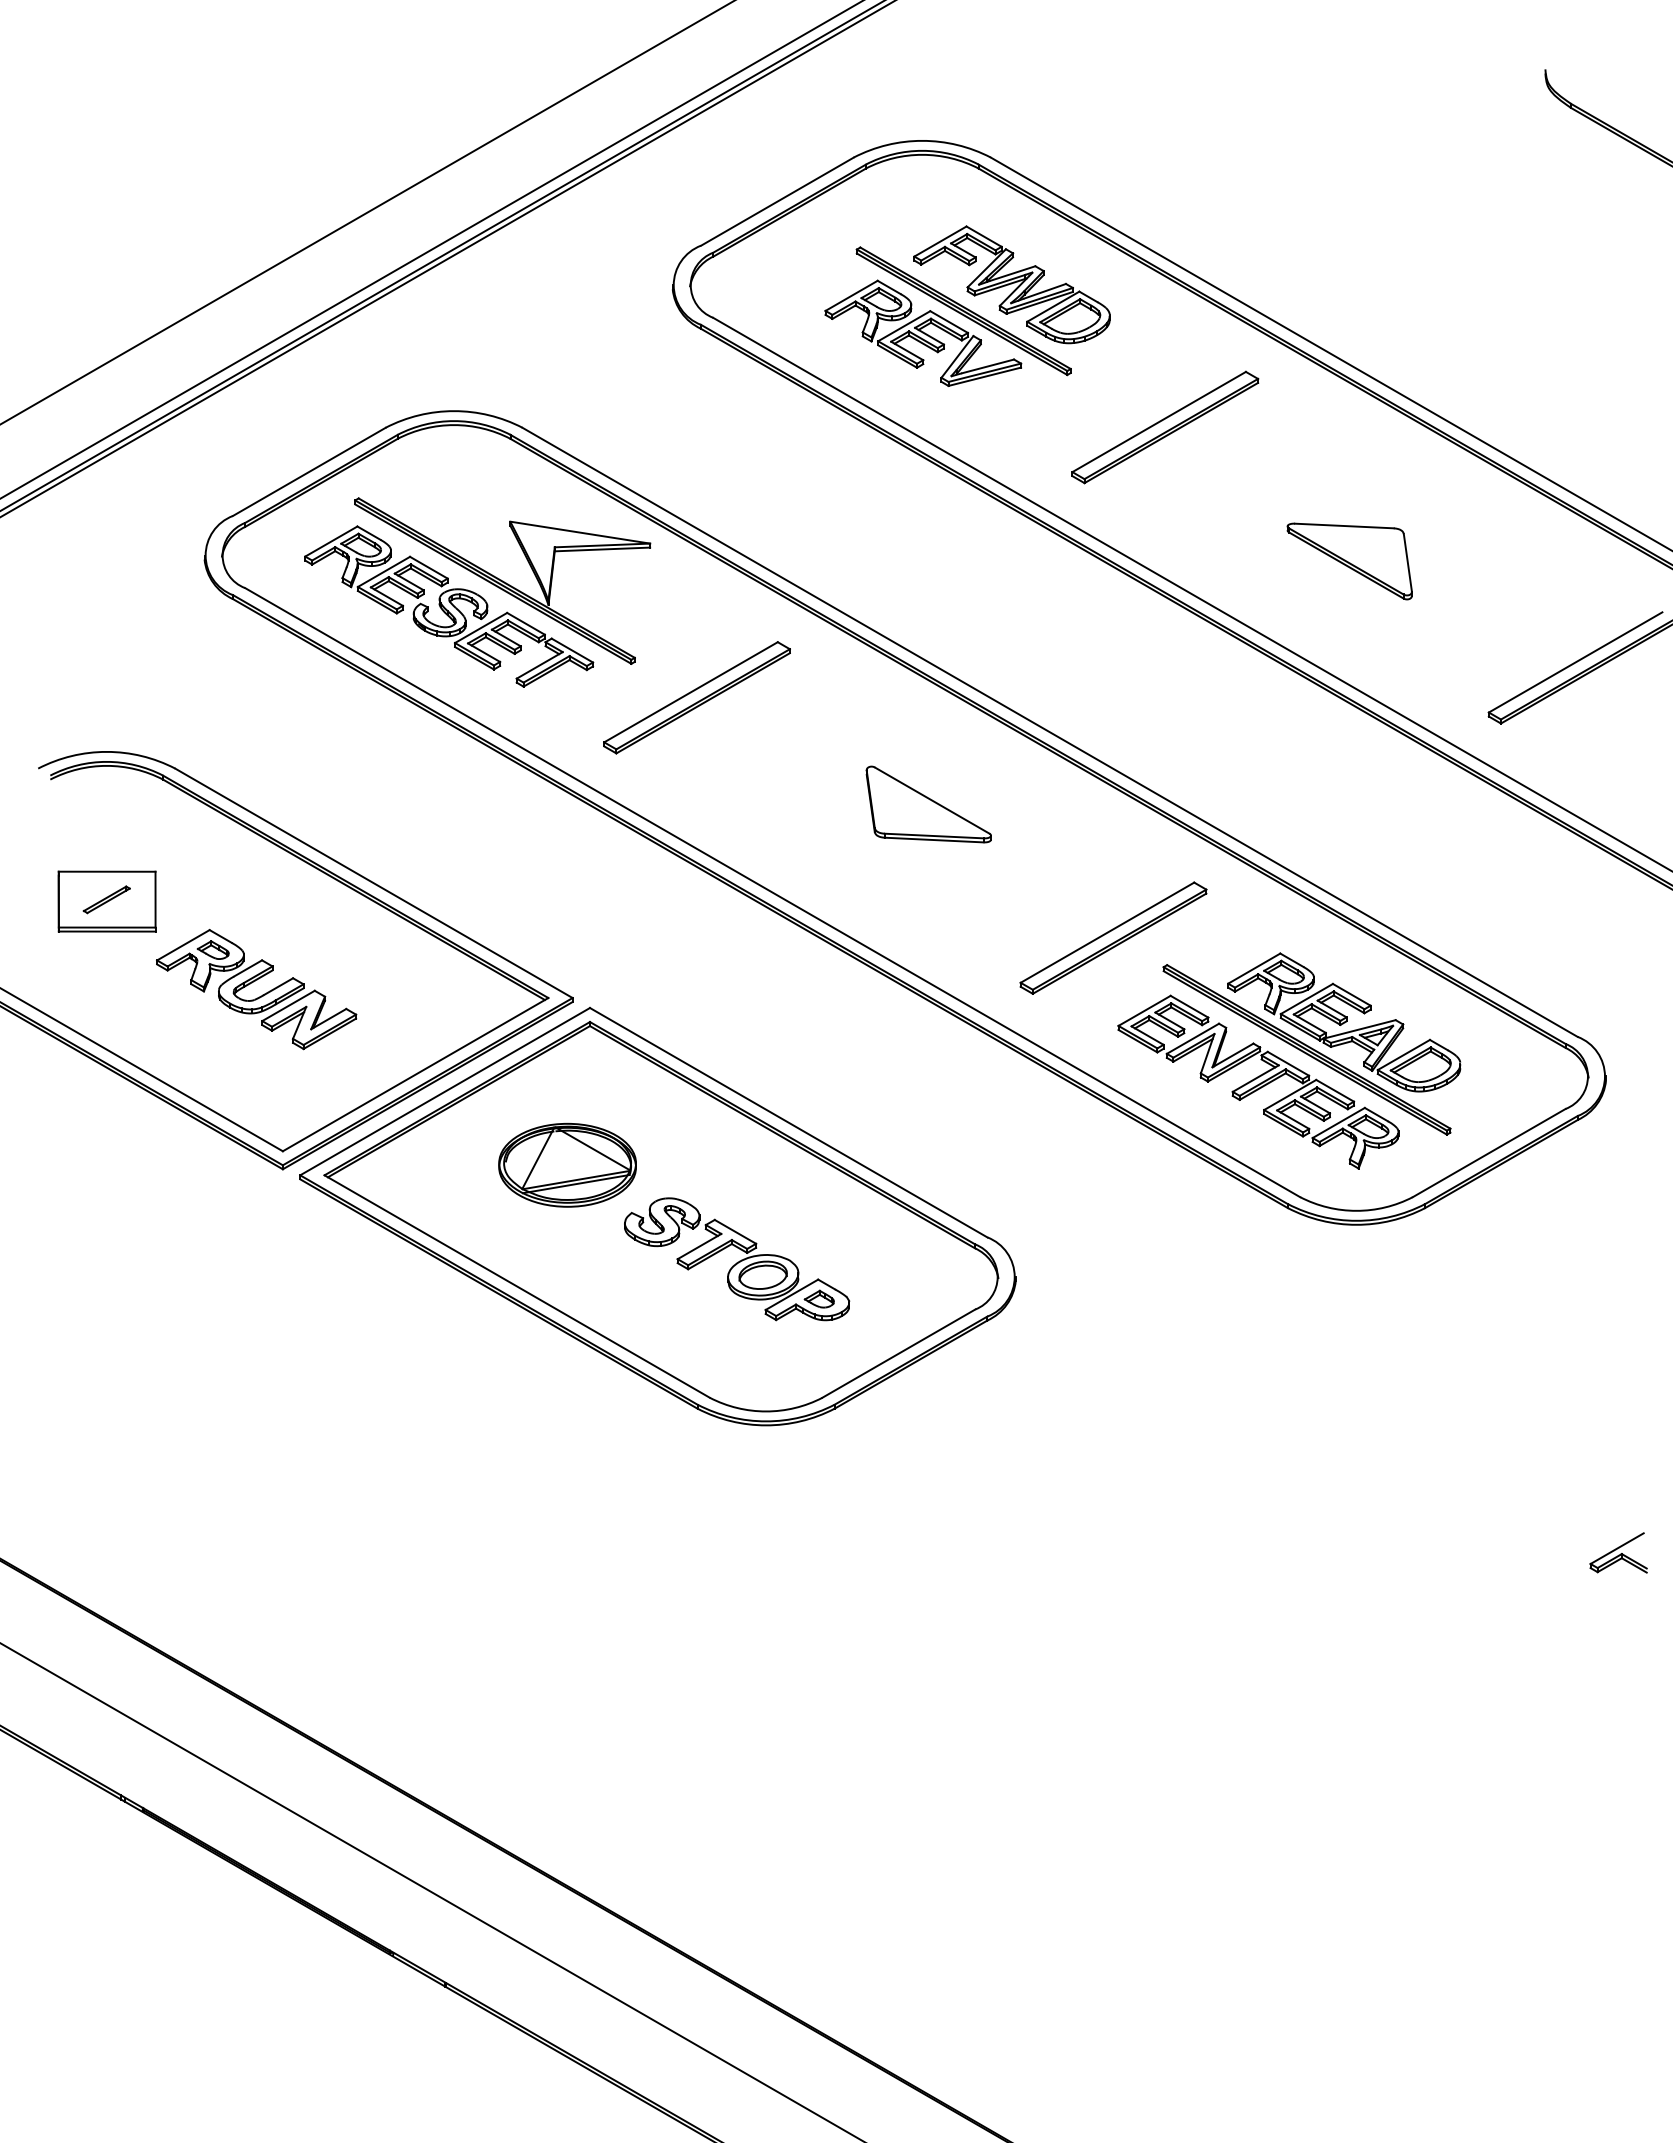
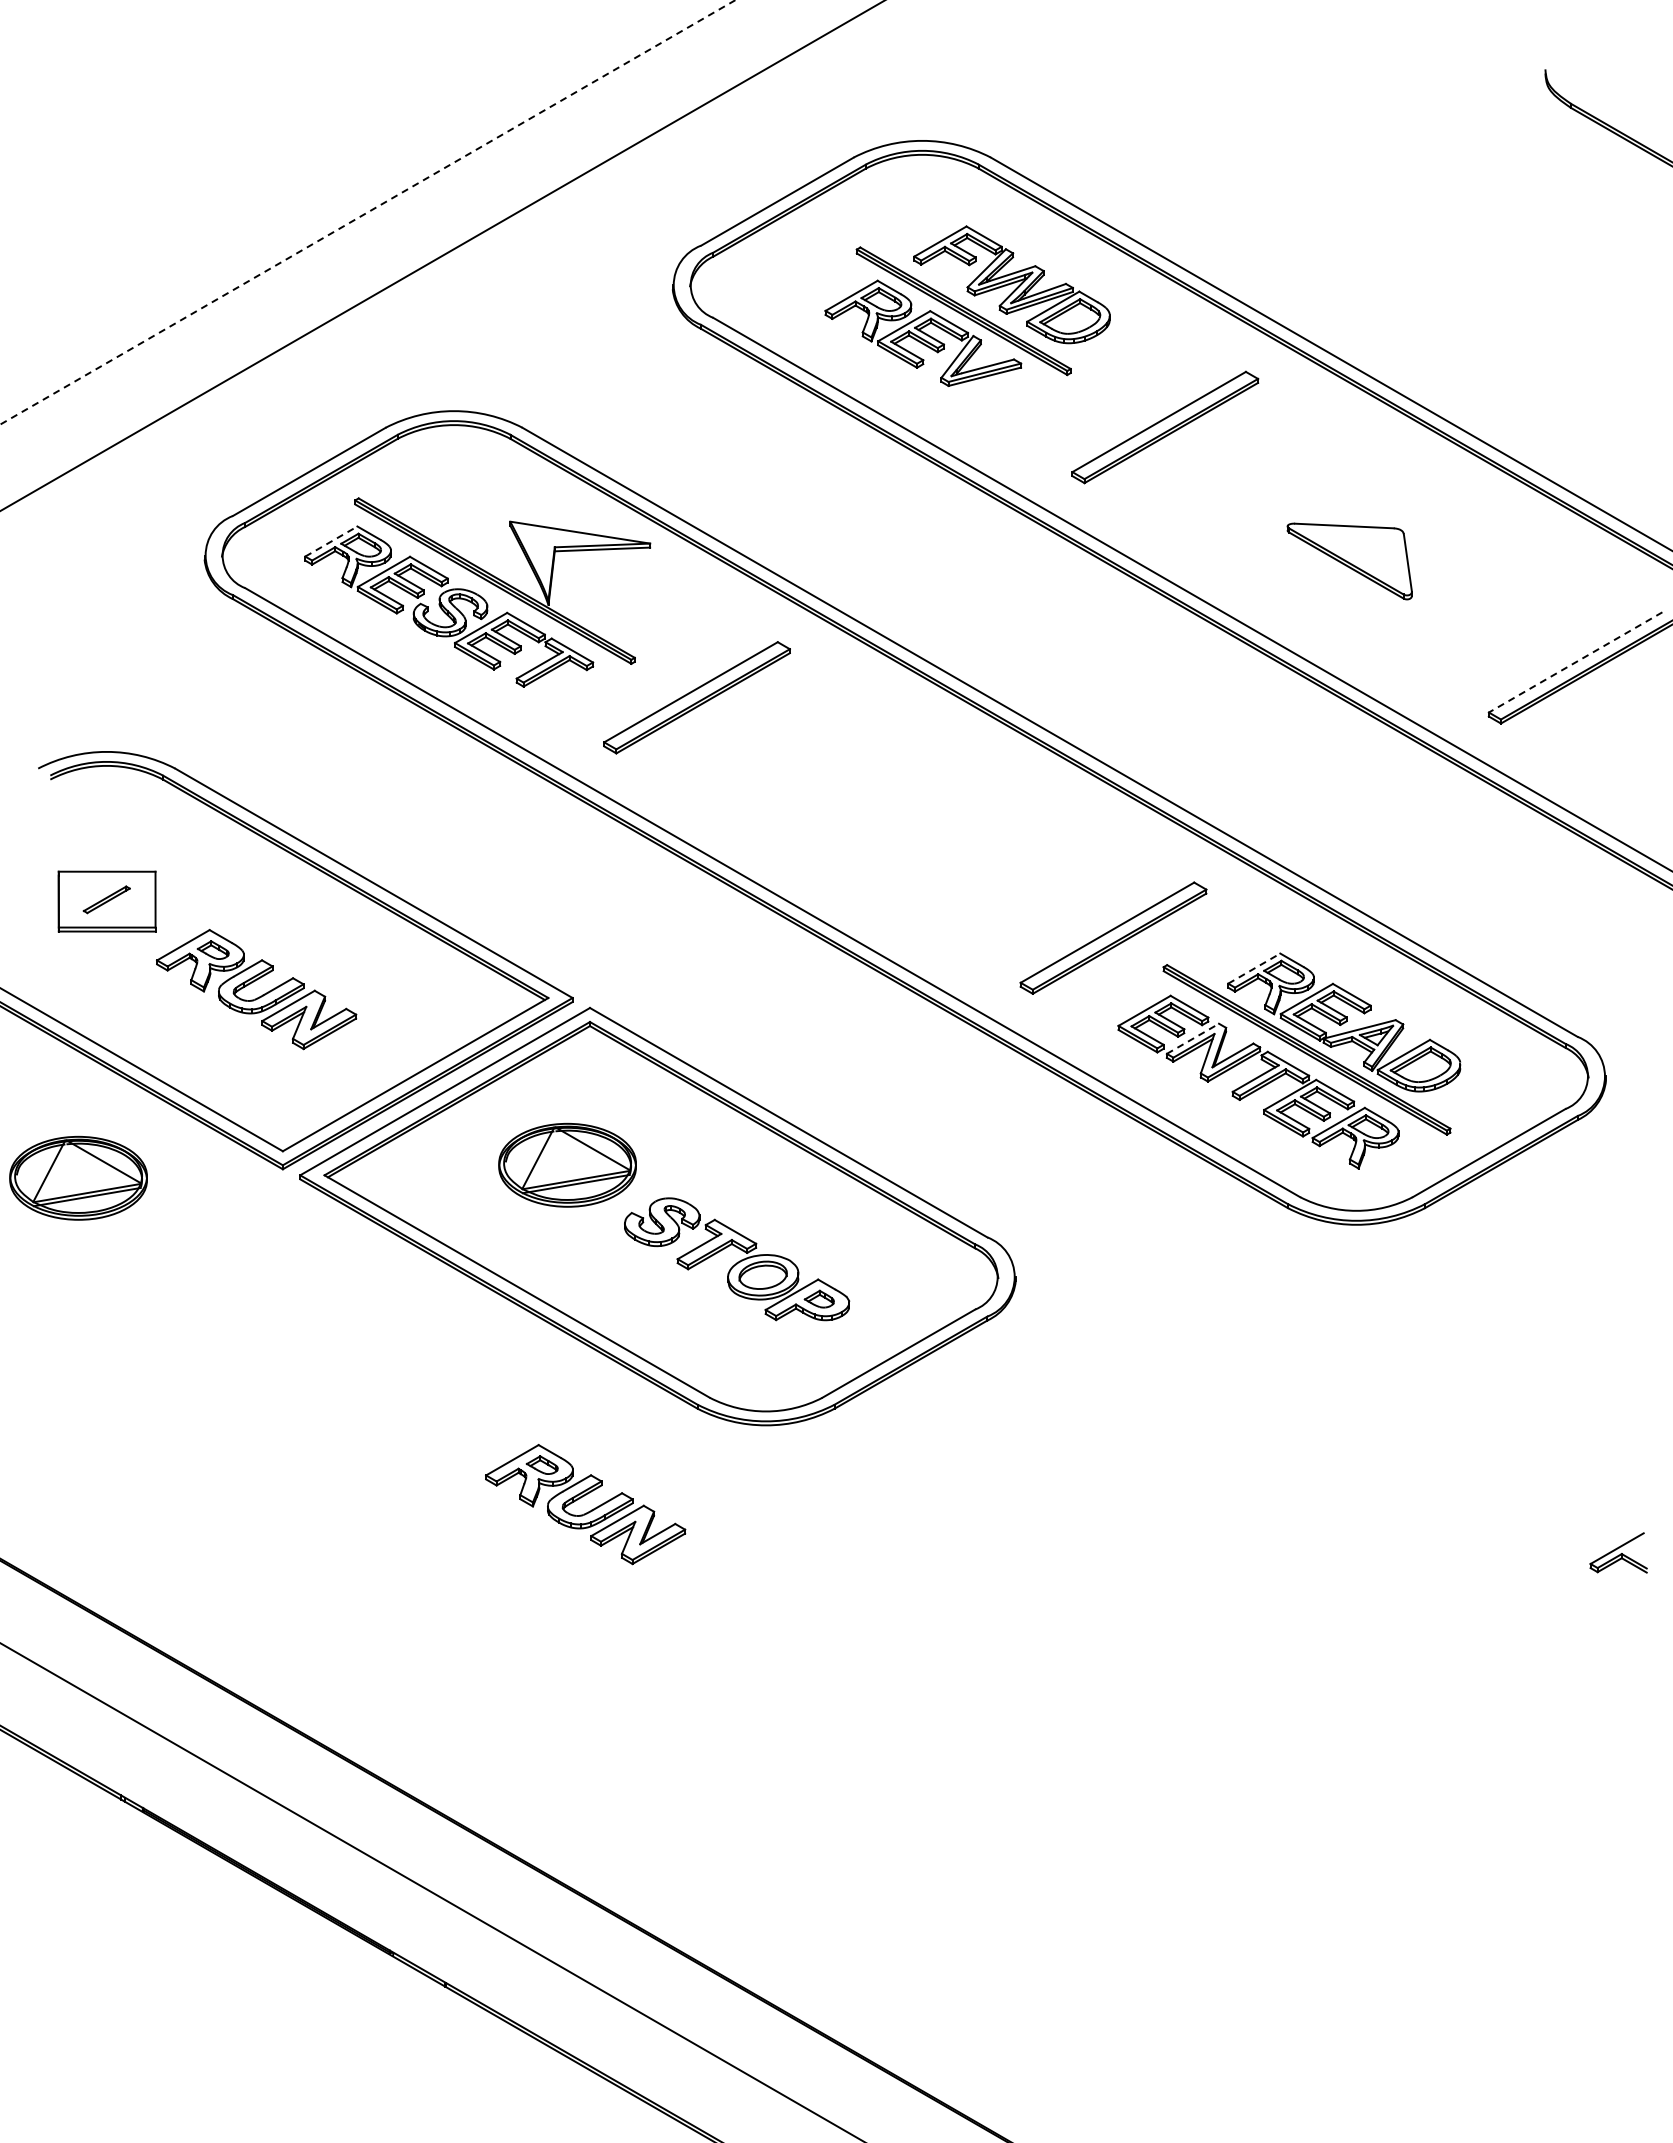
line at (367, 212): solid -> dashed
line at (431, 249): present -> none
line at (447, 259): present -> none
line at (331, 541): solid -> dashed
line at (1575, 662): solid -> dashed
part at (928, 804): present -> none
line at (1254, 968): solid -> dashed
line at (1193, 1038): solid -> dashed
part at (78, 1177): none -> present
part at (581, 1498): none -> present
